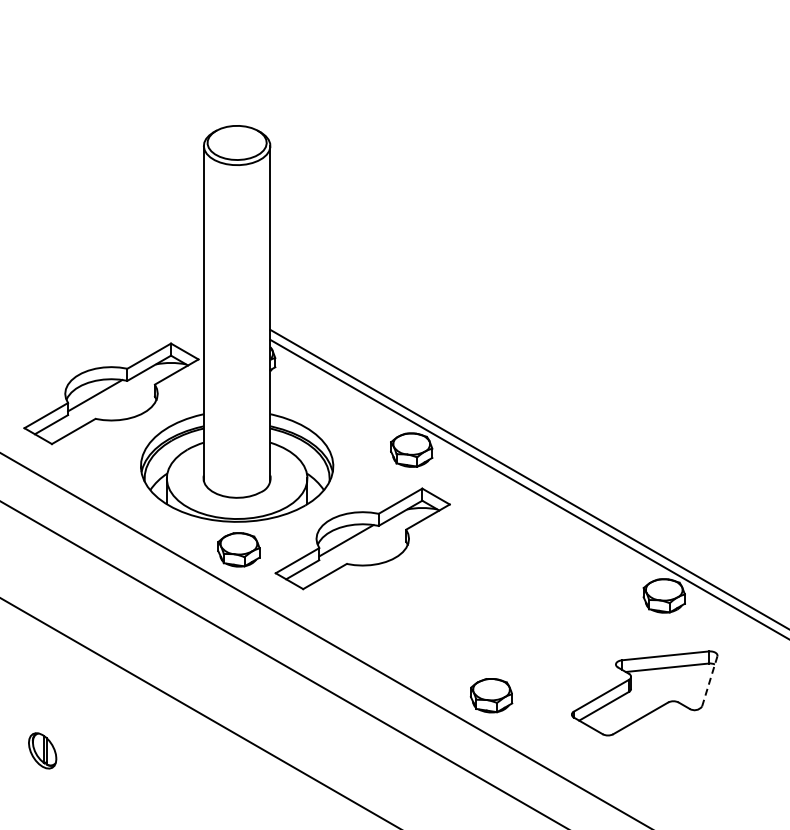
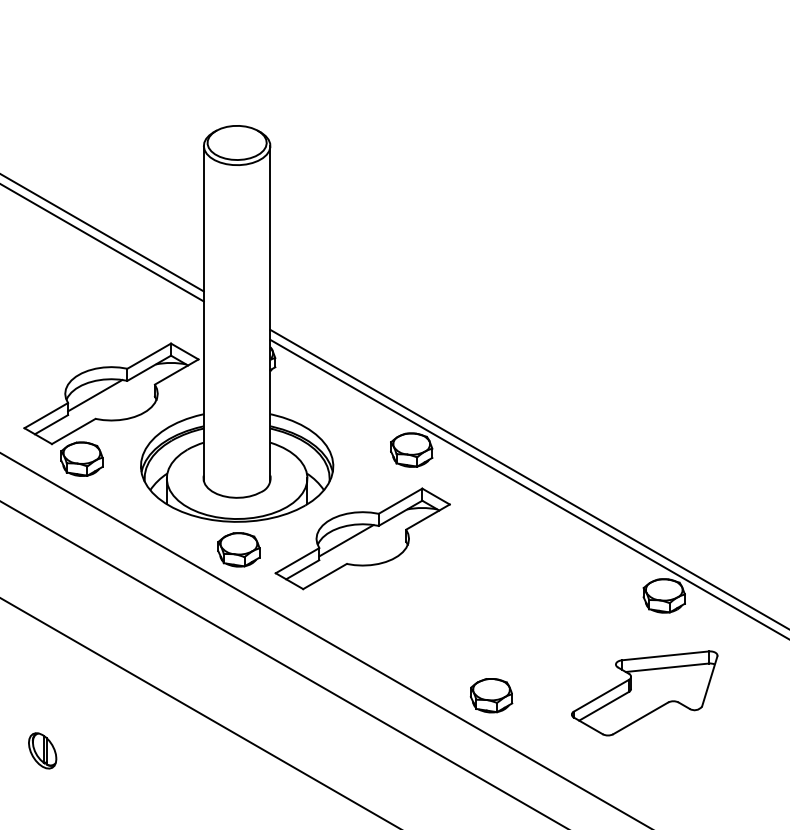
line at (102, 233): none -> present
line at (102, 243): none -> present
part at (81, 458): none -> present
line at (709, 680): dashed -> solid
